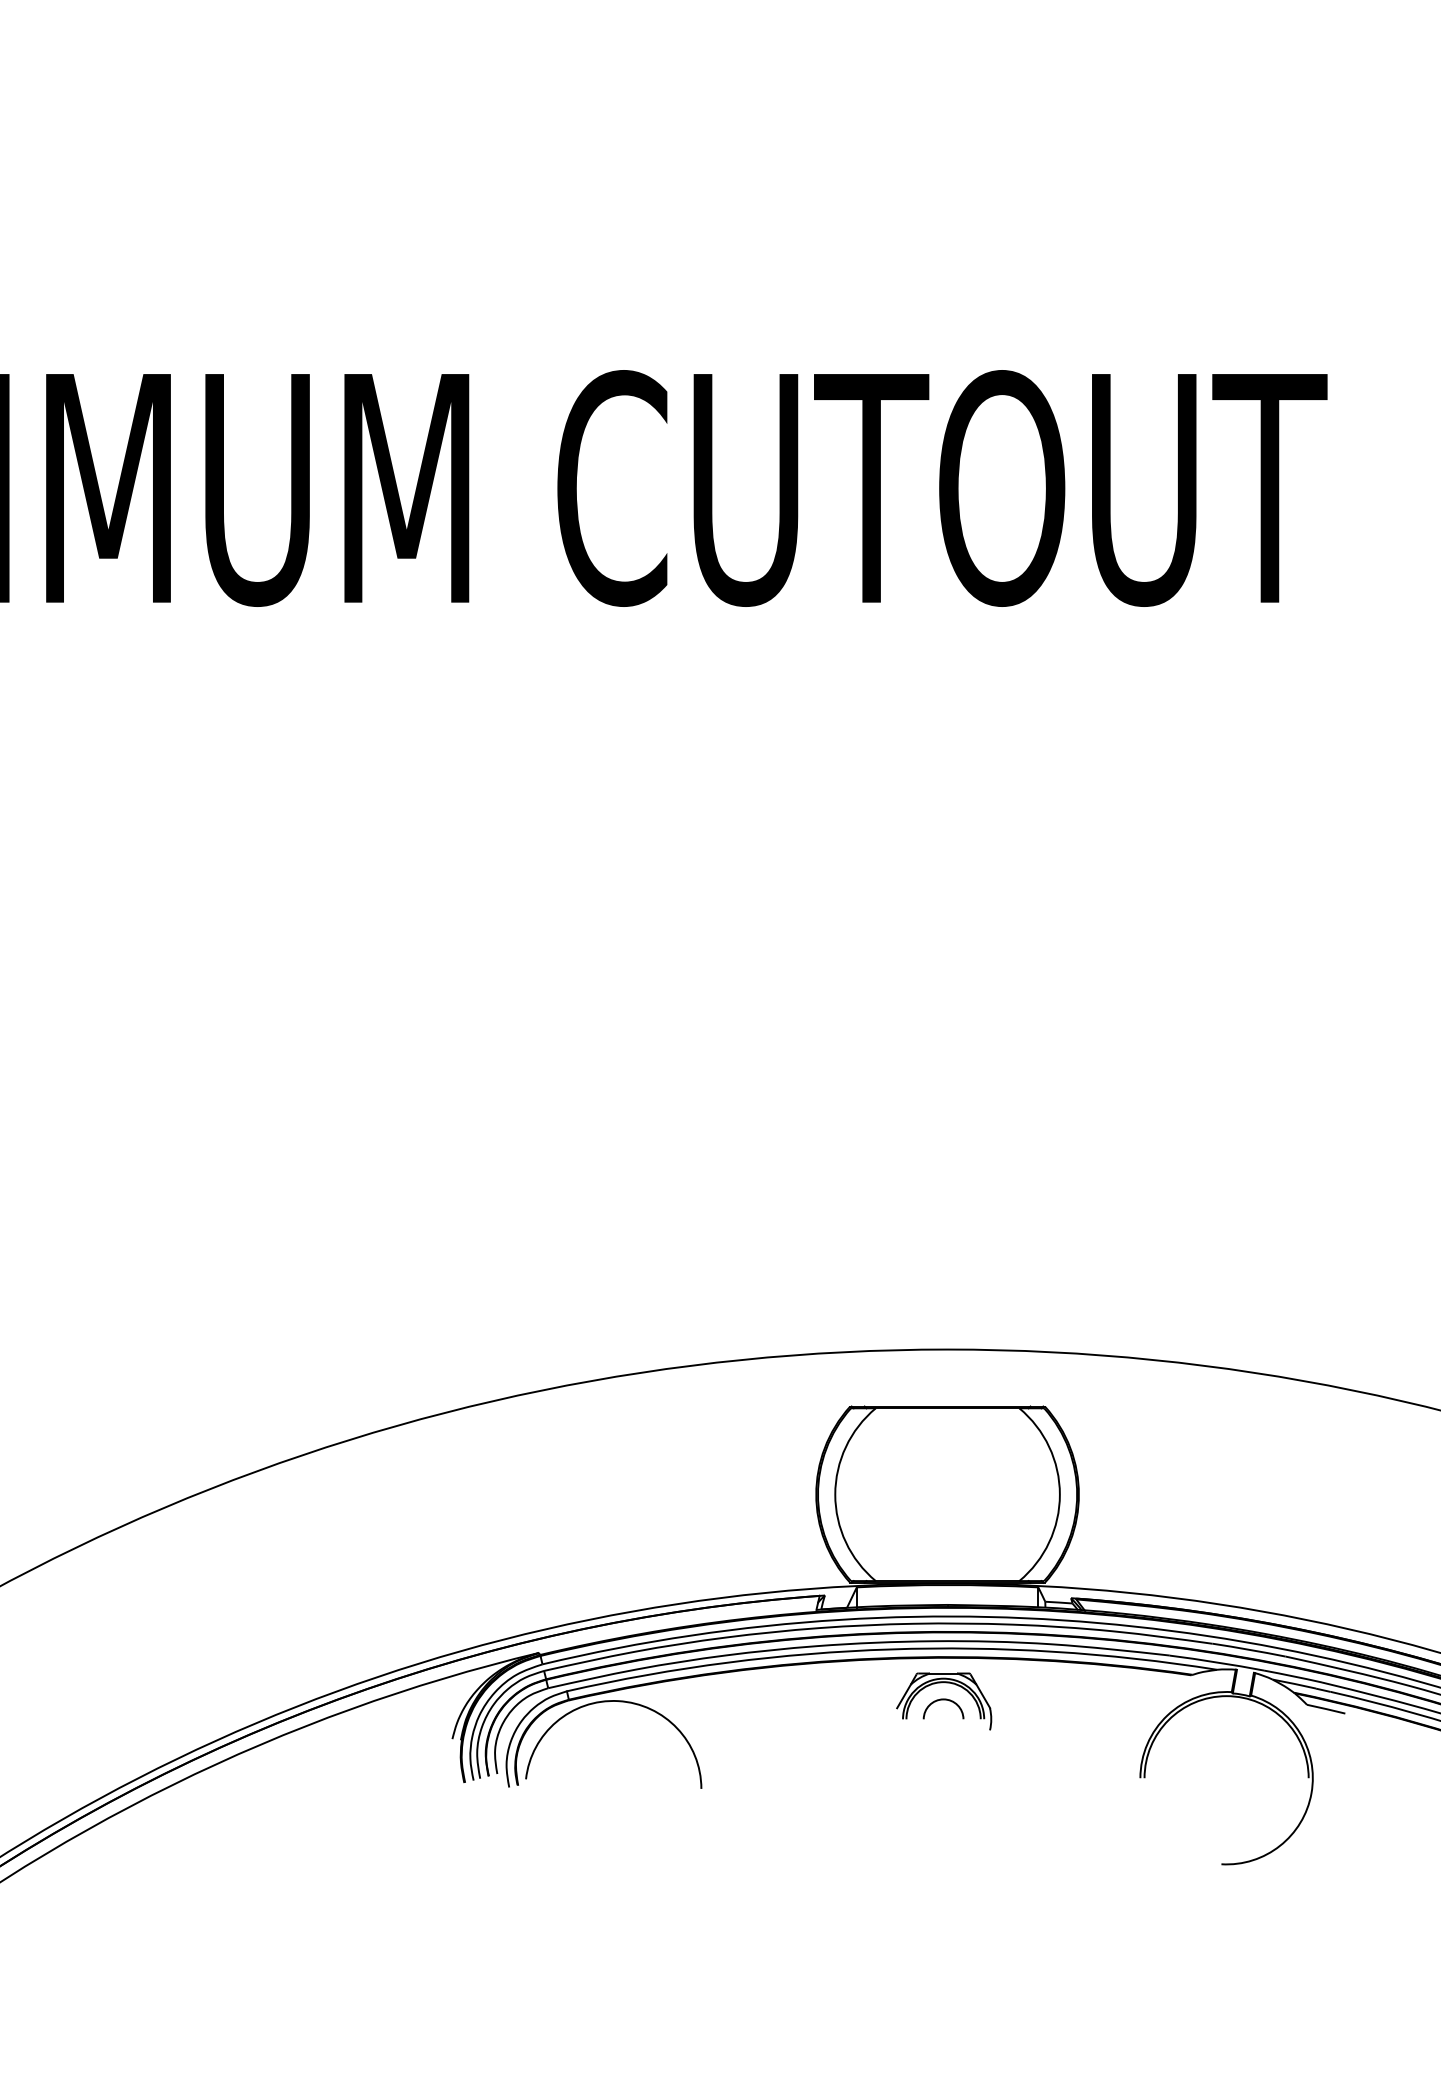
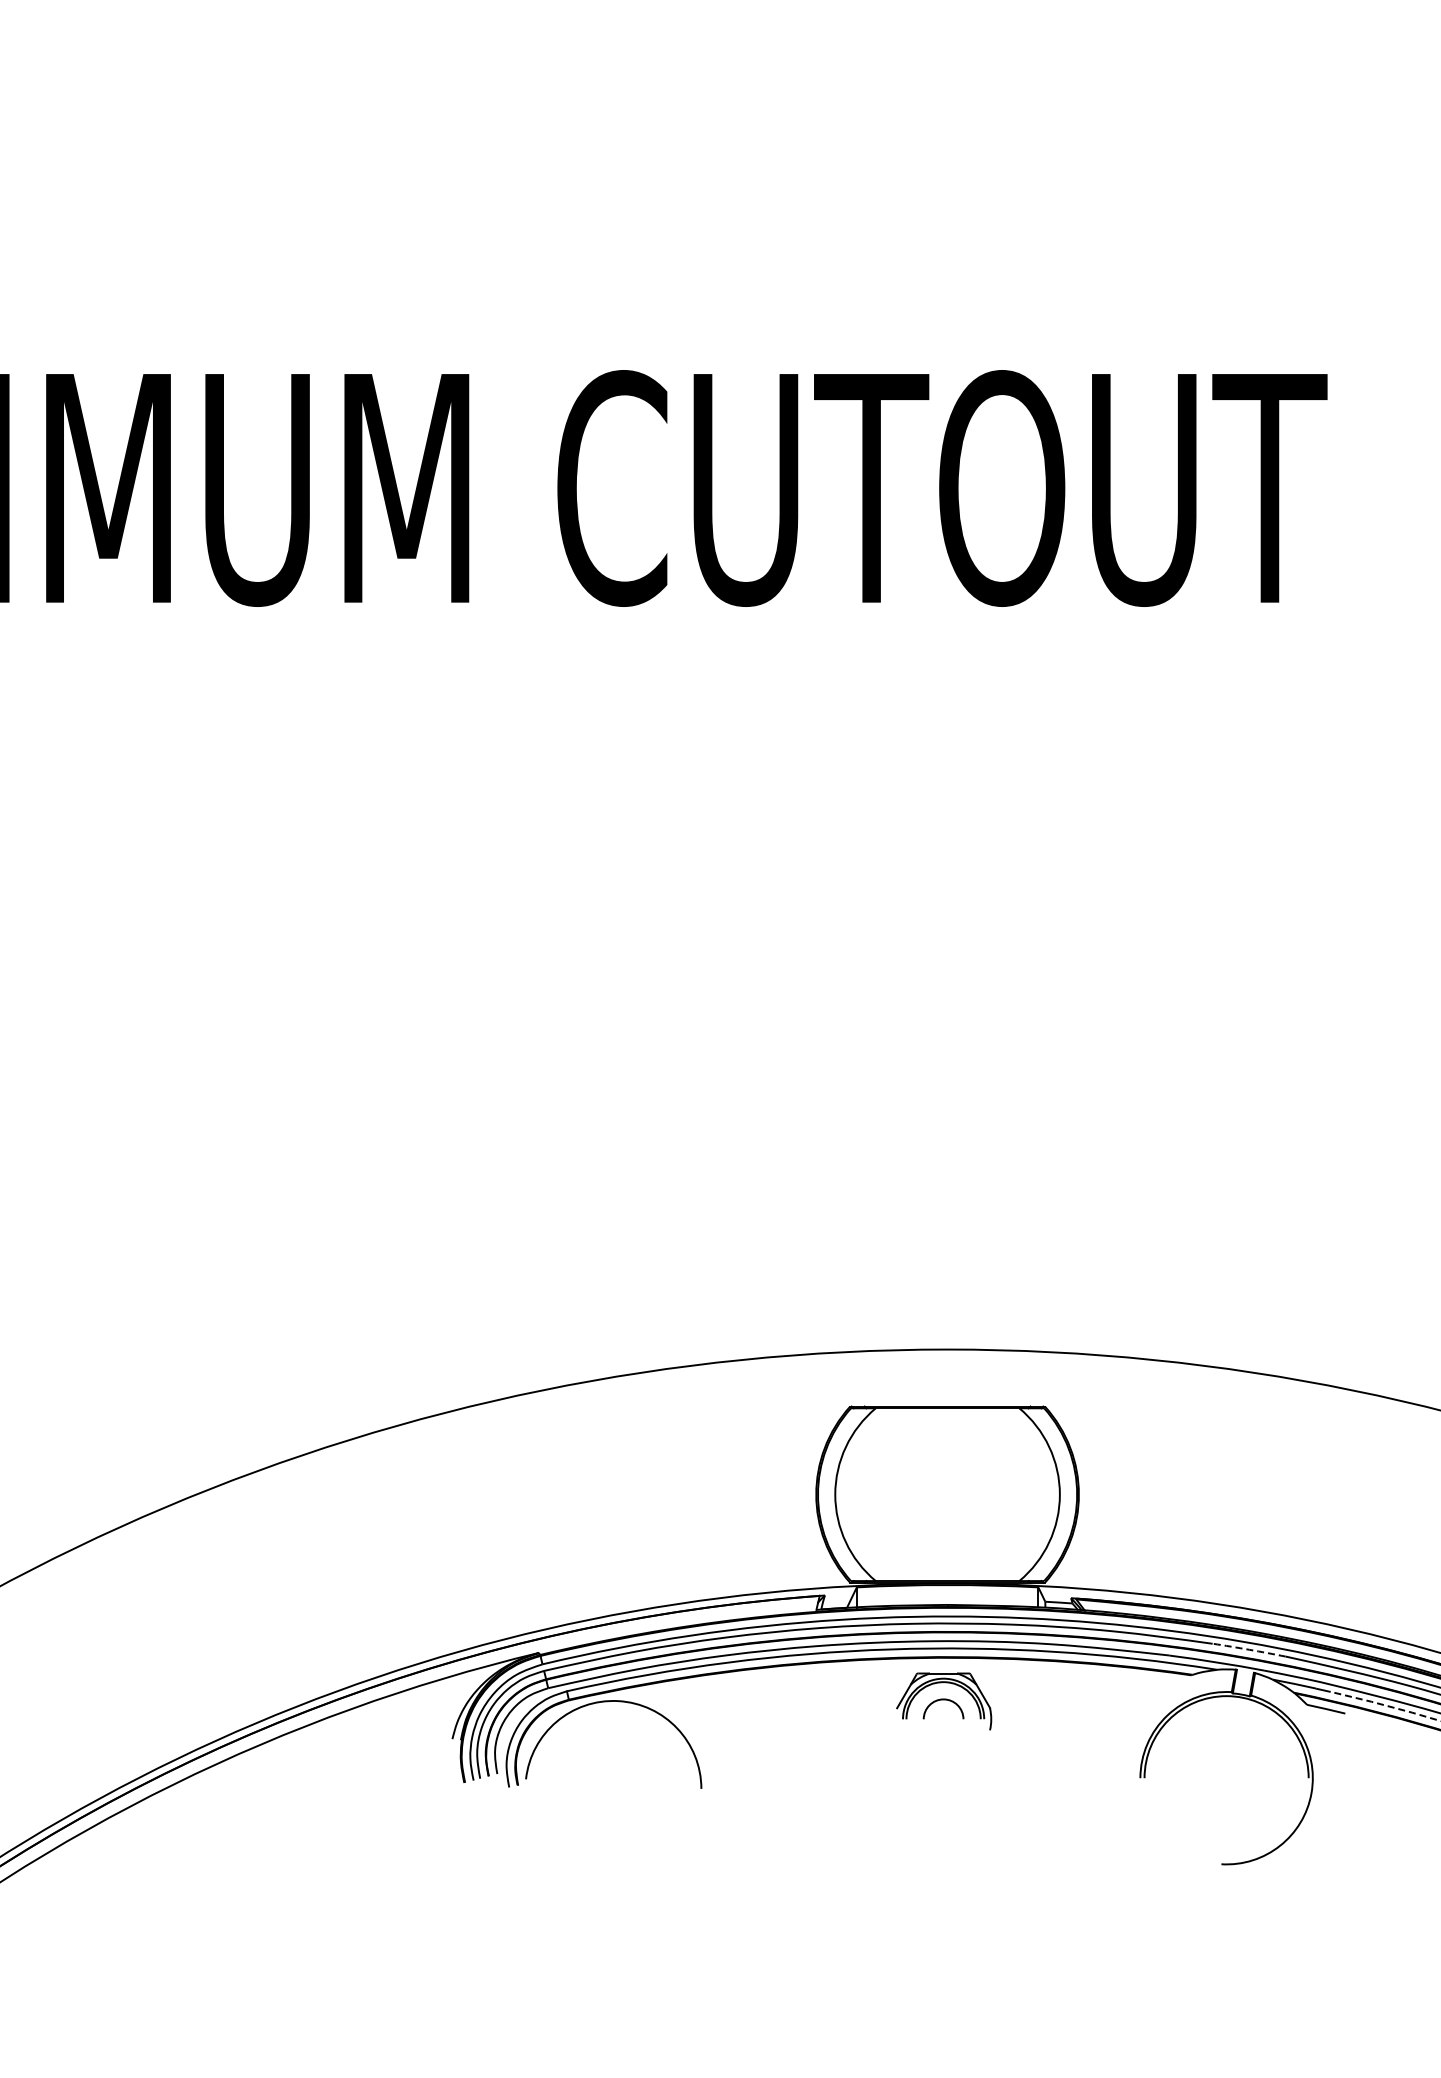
arc at (1249, 1649): solid -> dashed
arc at (1385, 1705): solid -> dashed
